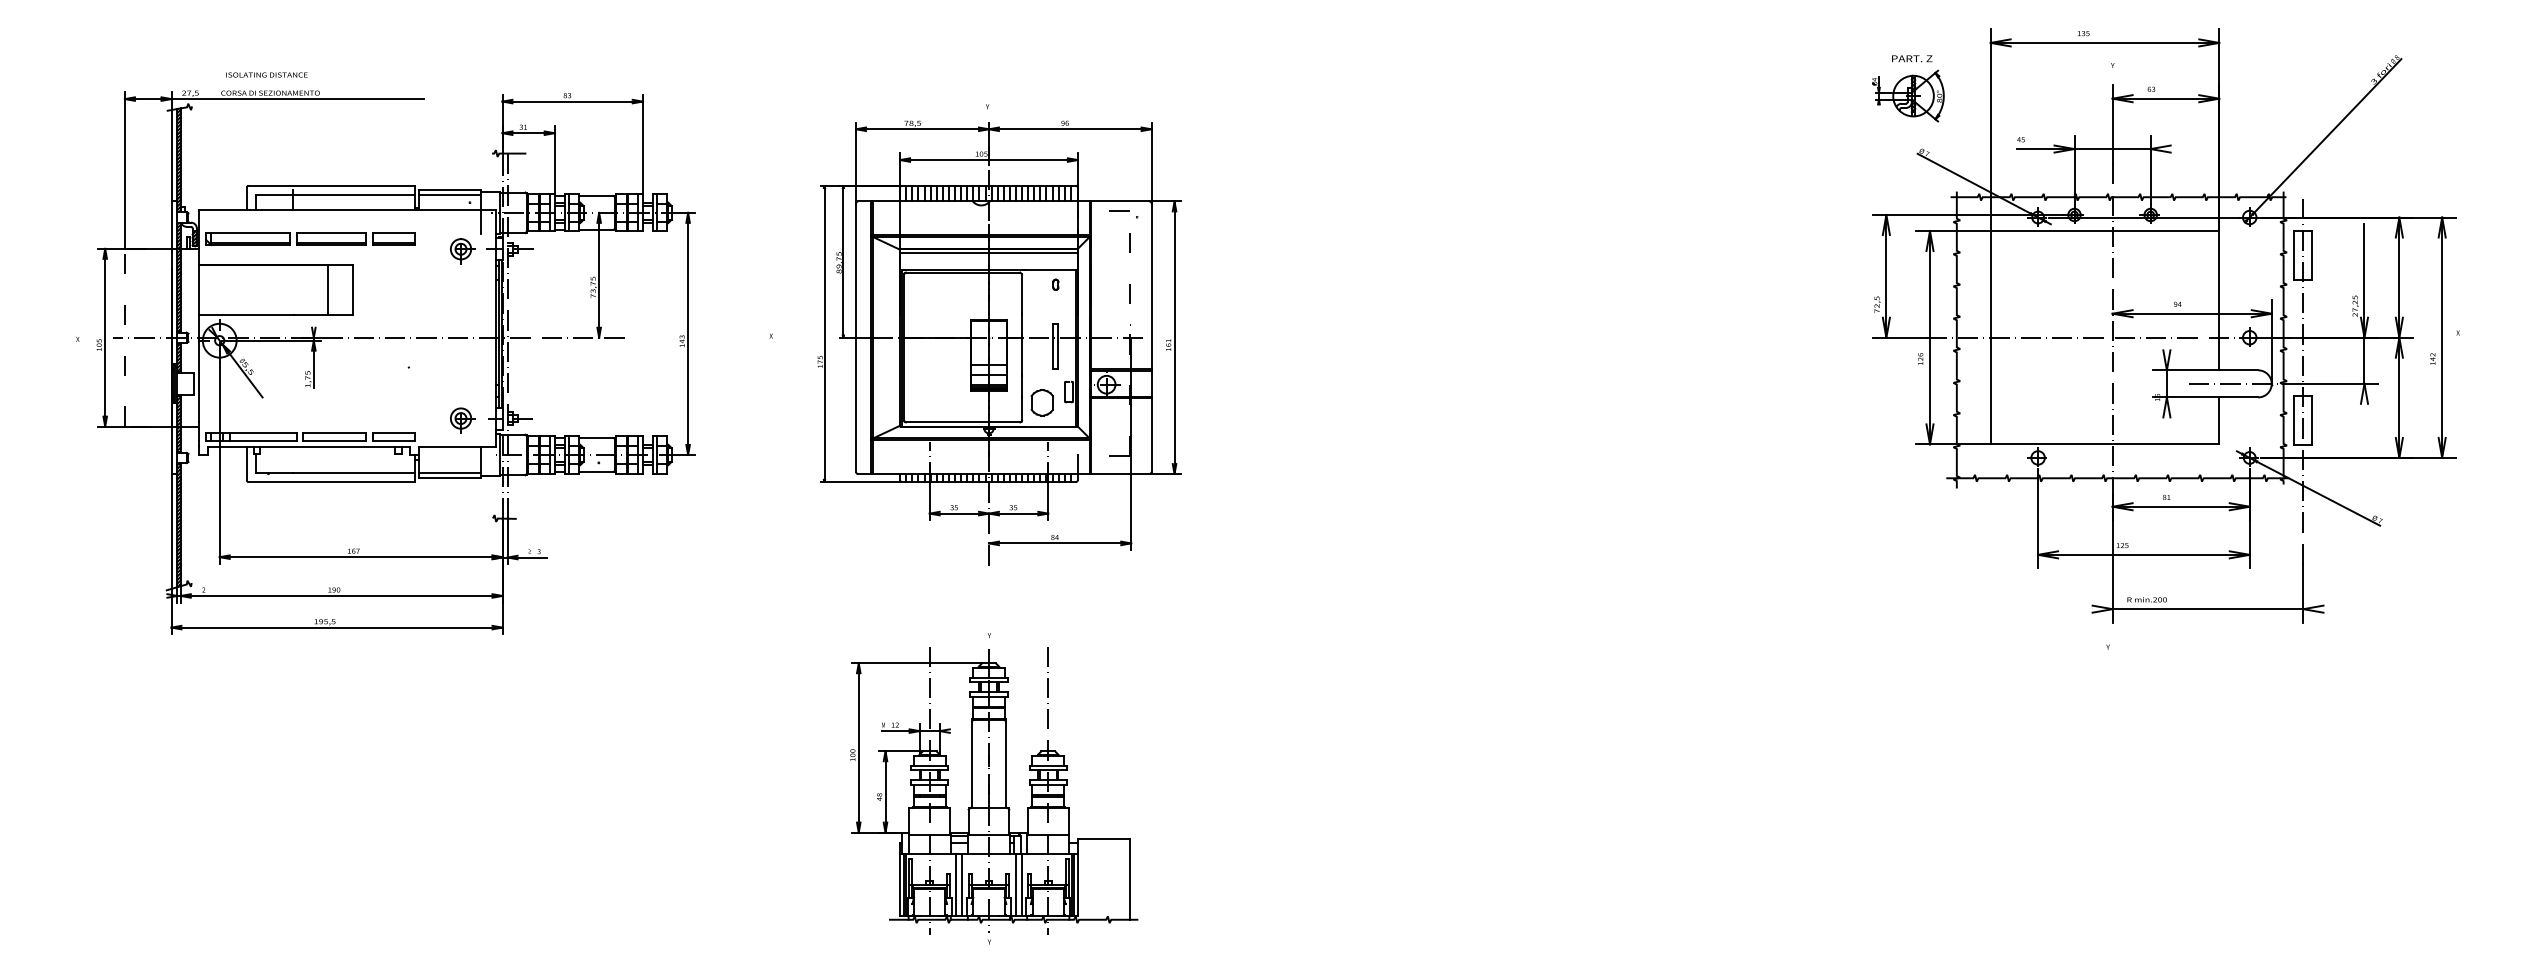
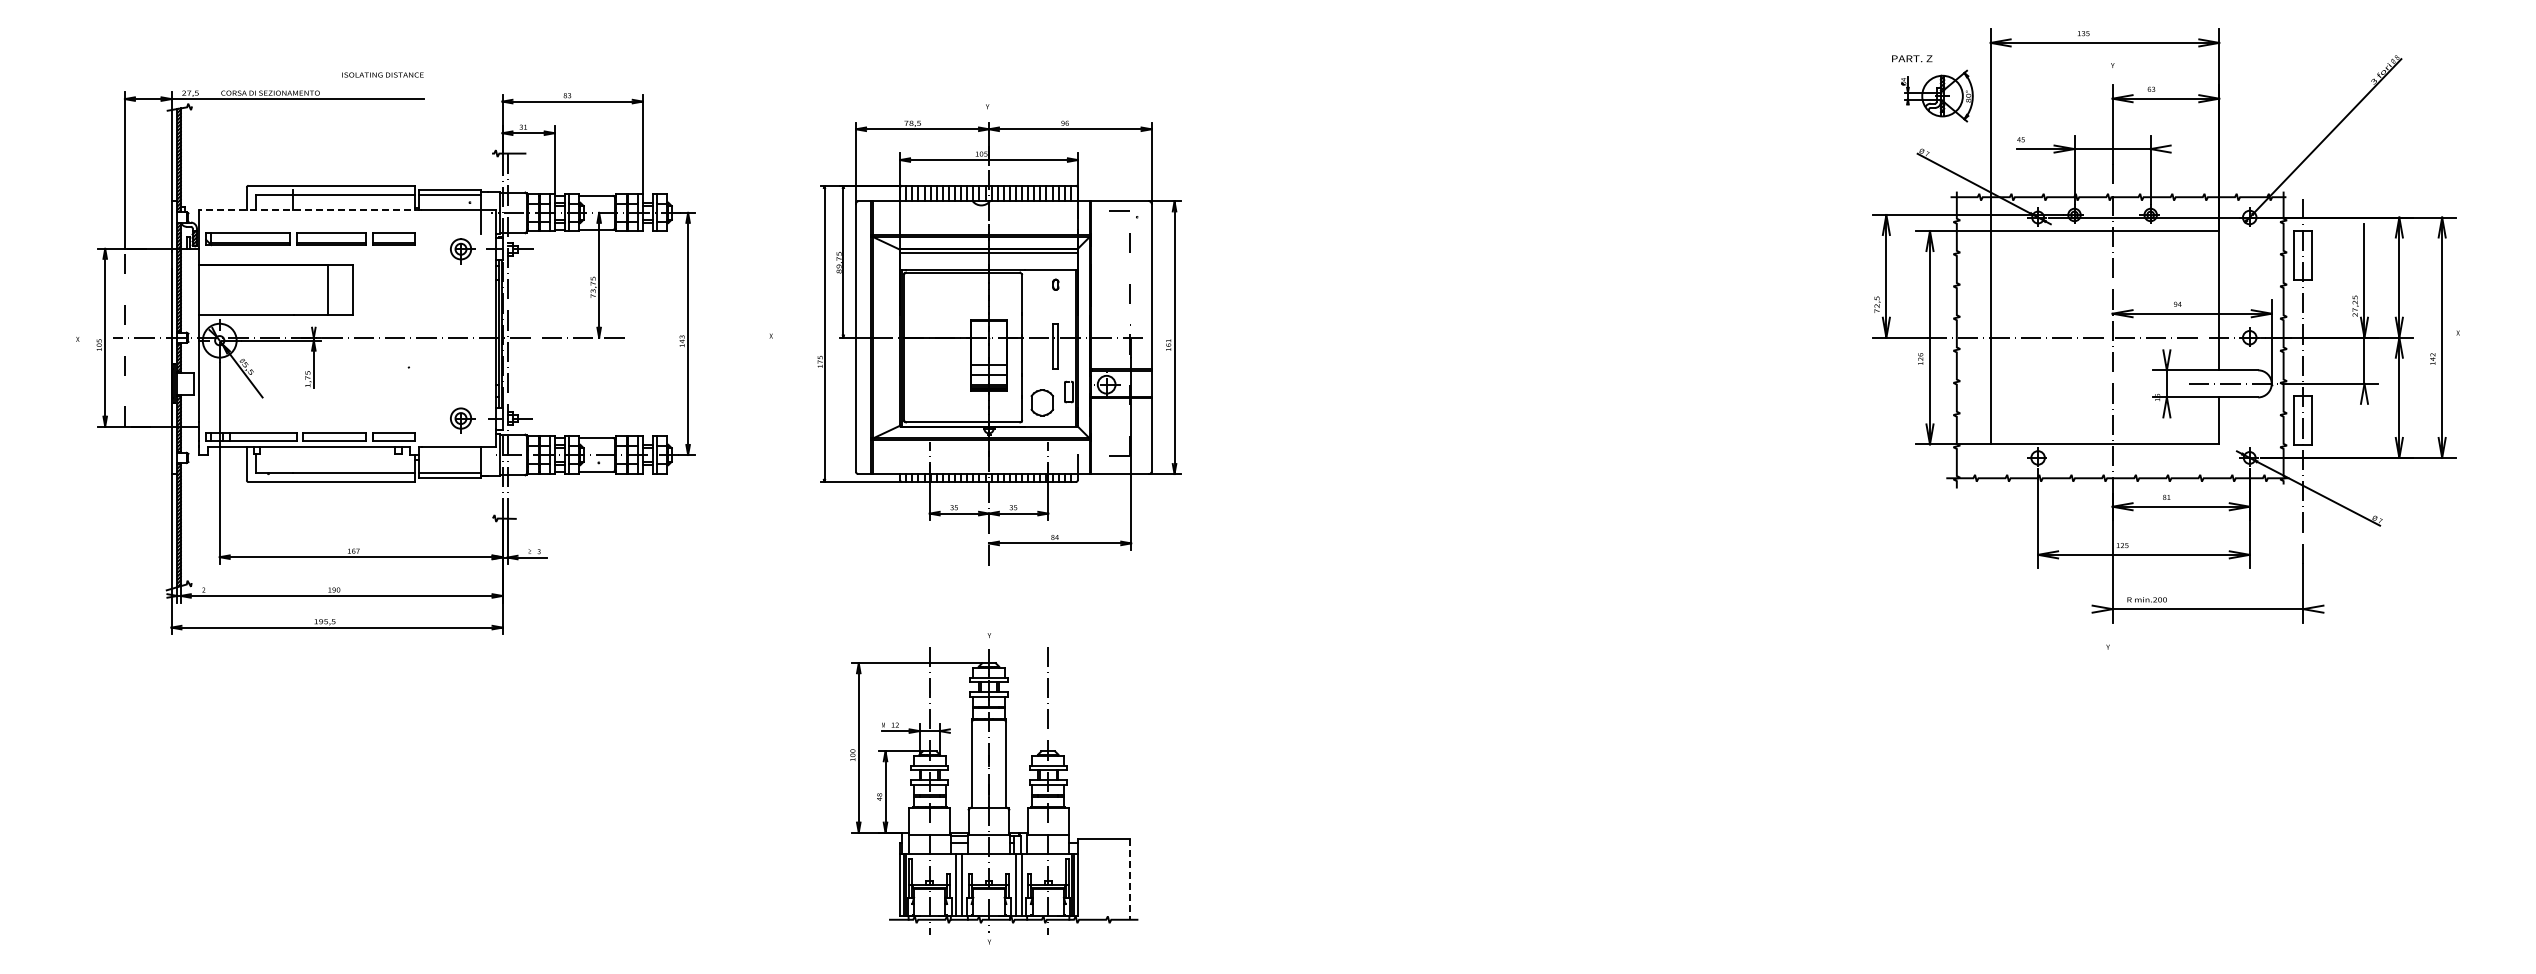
text at (266, 74) position: (266, 74) -> (382, 74)
part at (1908, 95) position: (1908, 95) -> (1937, 95)
line at (310, 210): solid -> dashed
line at (1129, 880): solid -> dashed
